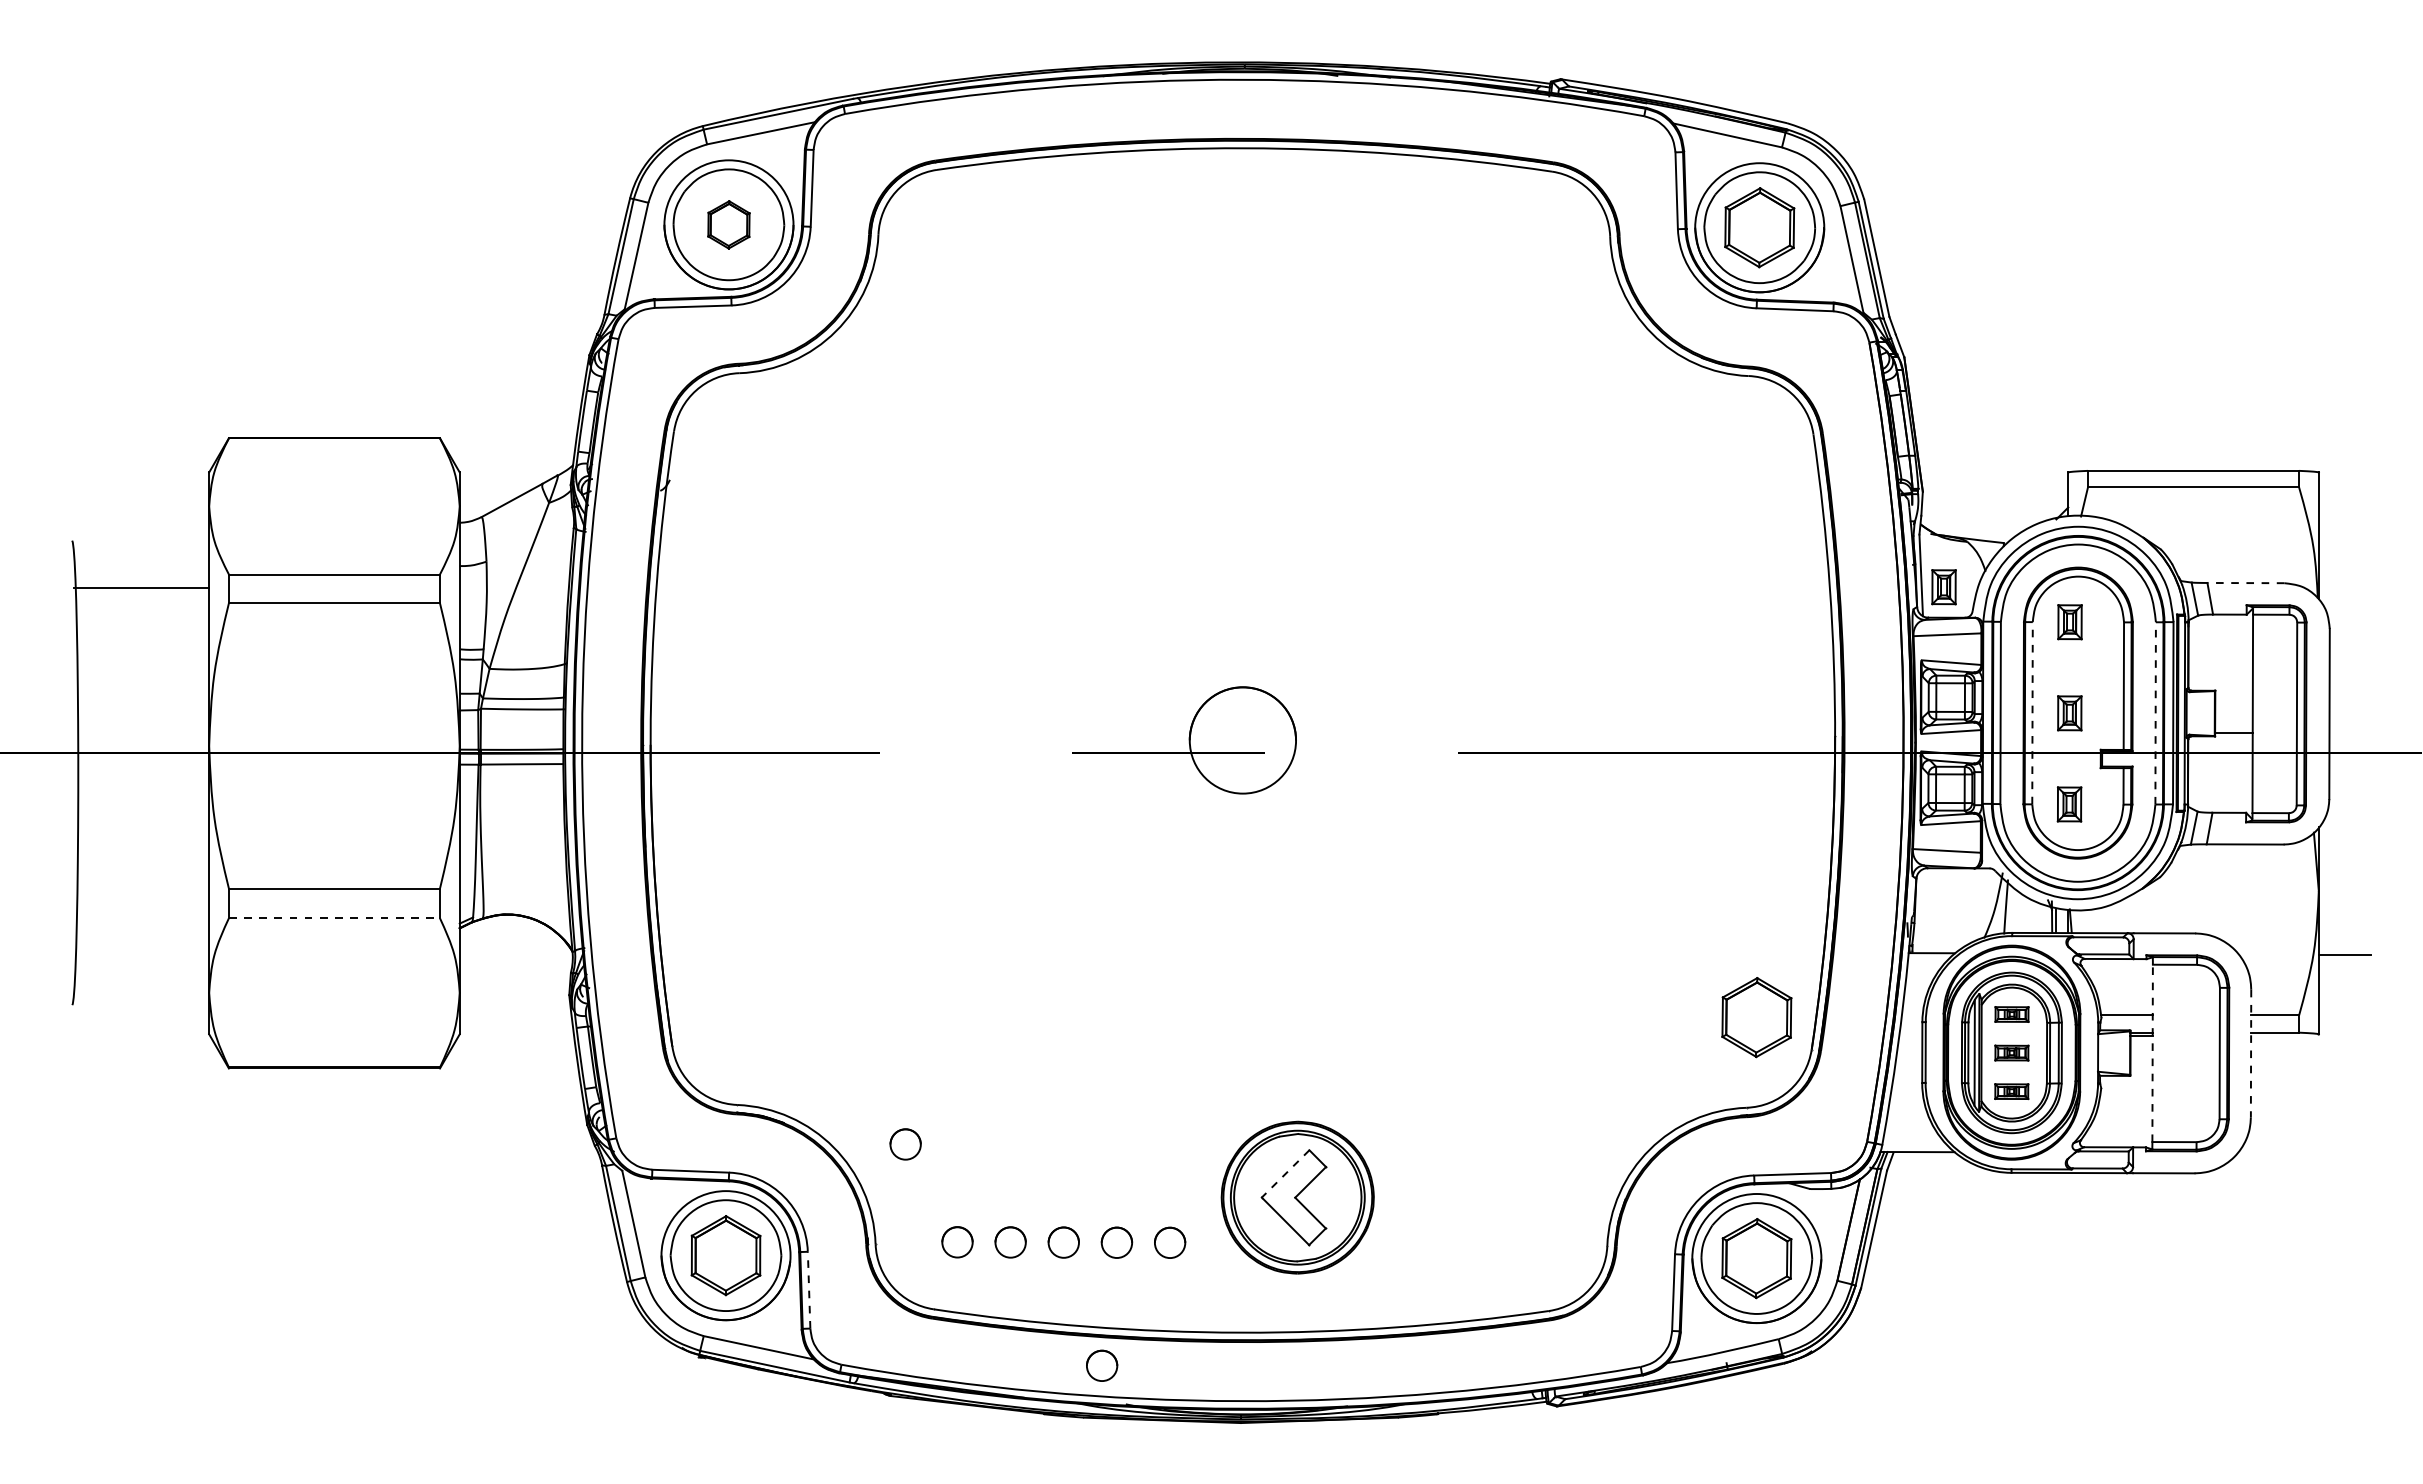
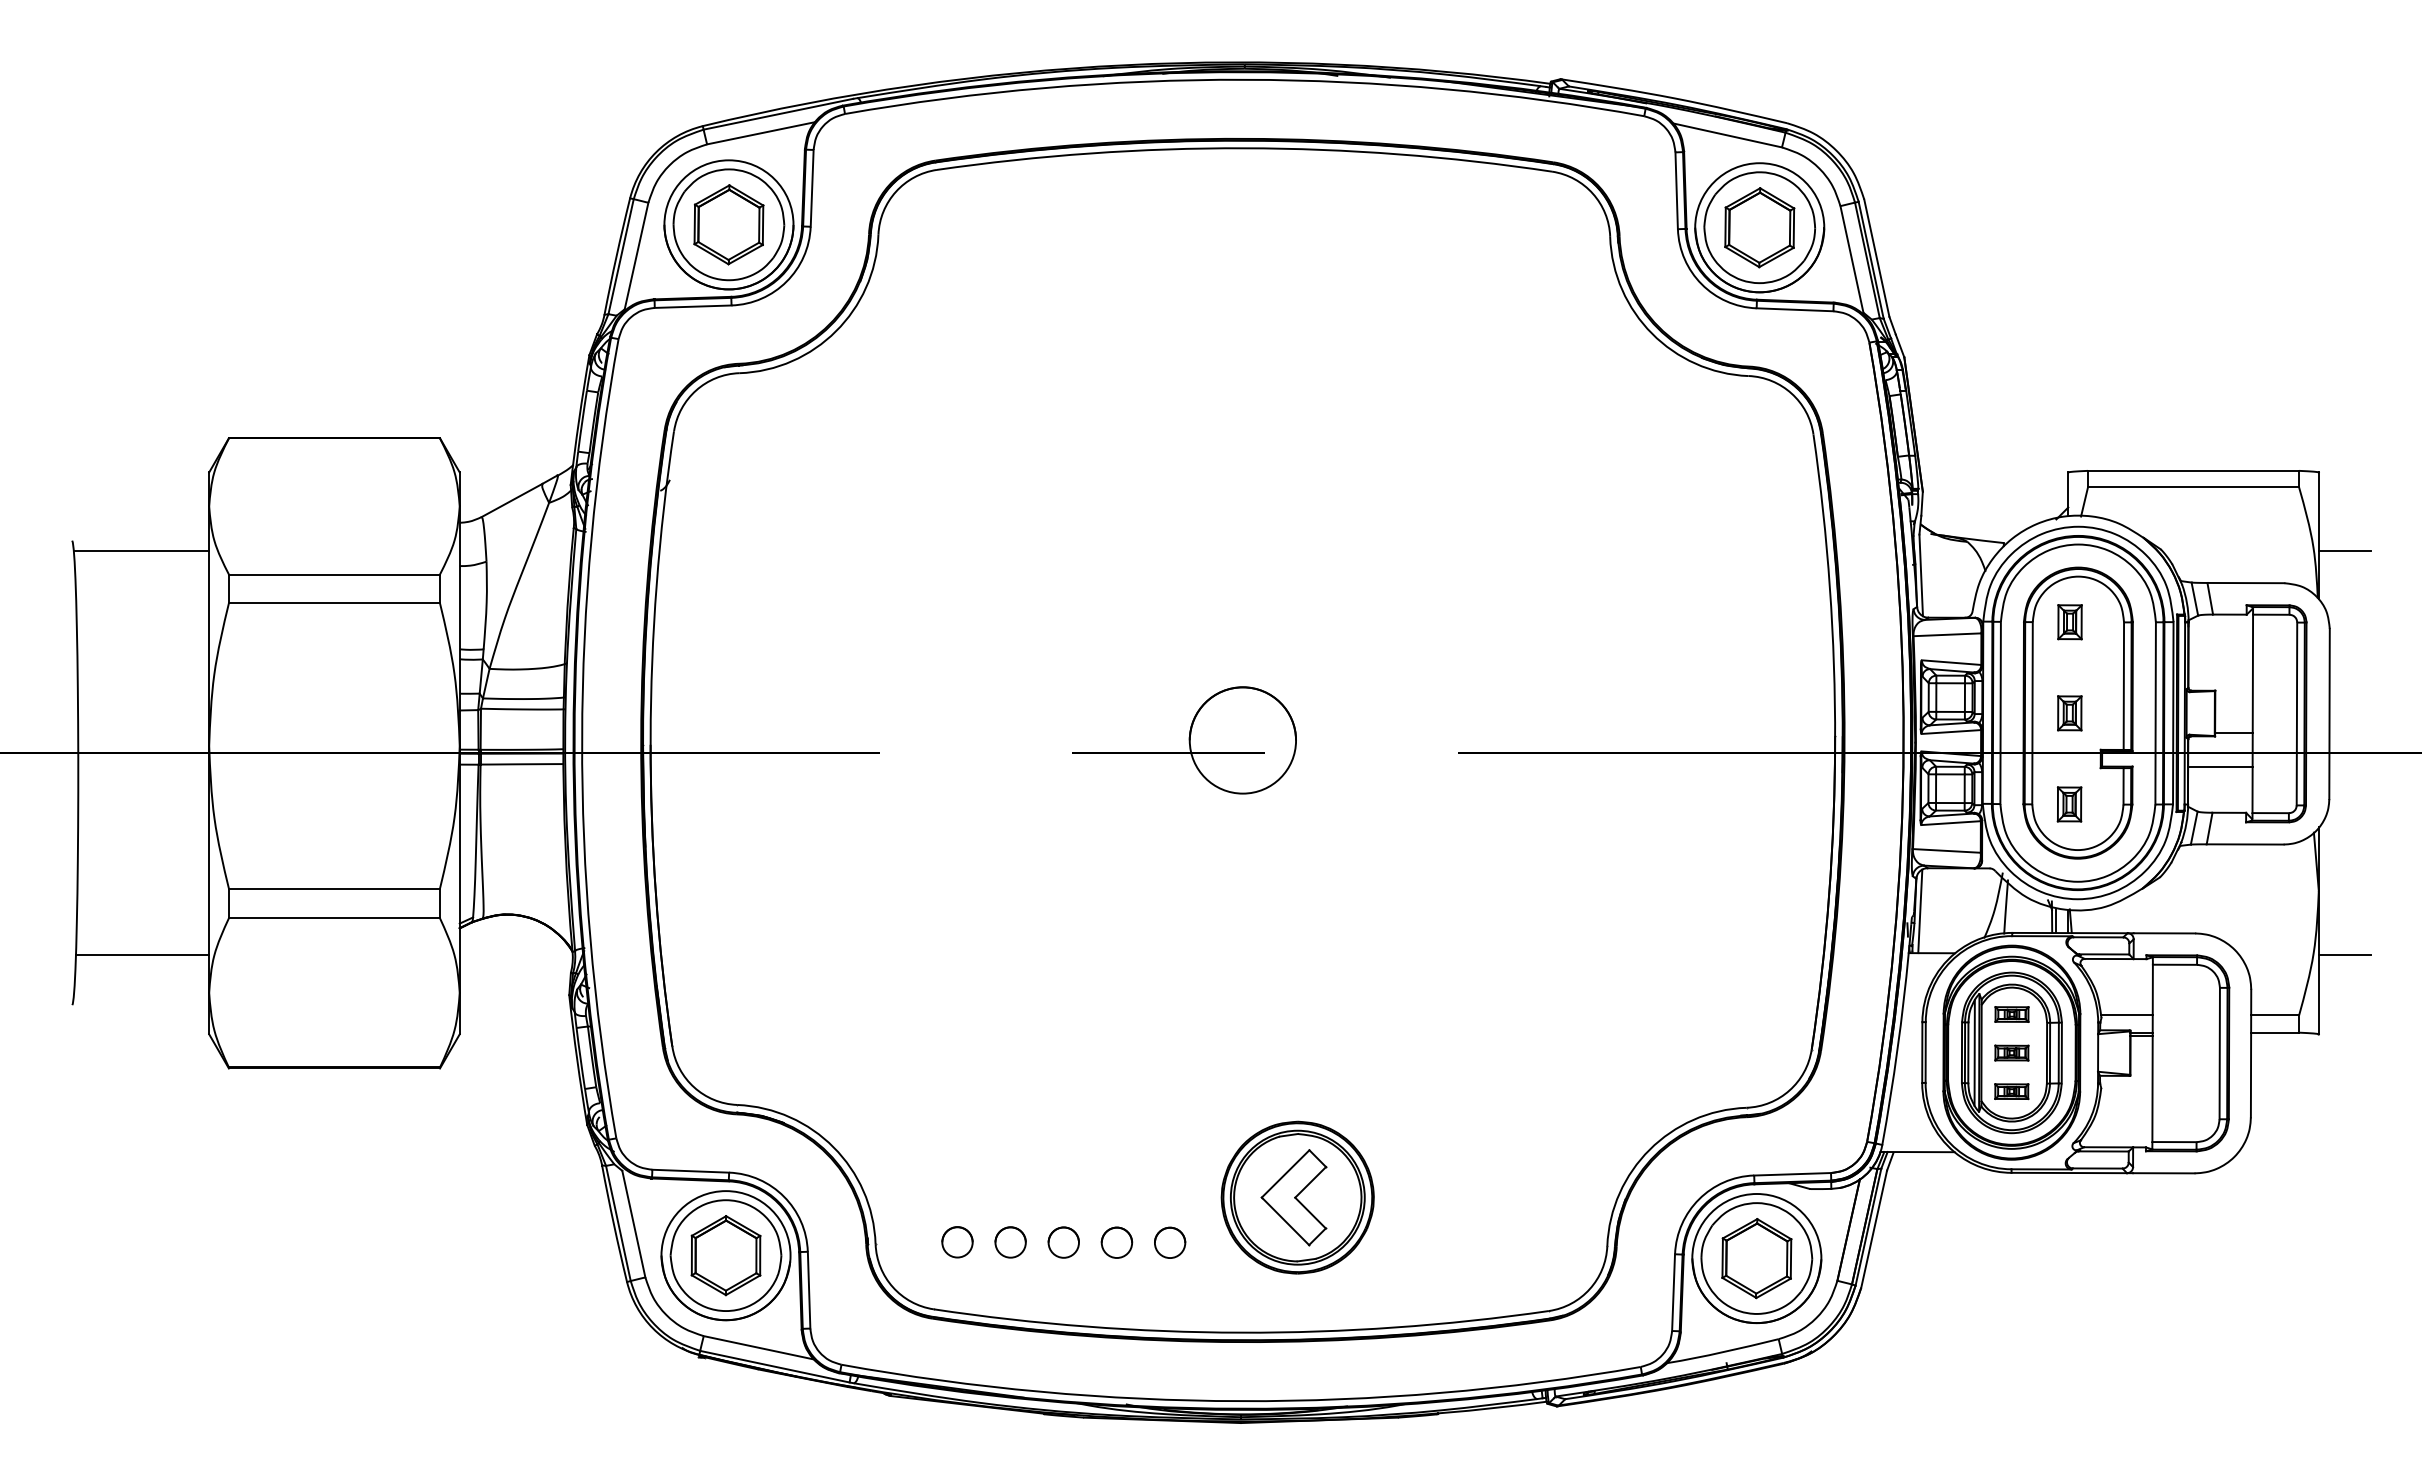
part at (728, 224) size: 44x50 px -> 72x82 px
line at (2344, 551): none -> present
line at (2245, 583): dashed -> solid
part at (1943, 587): present -> none
line at (141, 588) position: (141, 588) -> (141, 551)
line at (2032, 712): dashed -> solid
line at (2155, 712): dashed -> solid
line at (2220, 766): none -> present
line at (1920, 911): none -> present
line at (334, 918): dashed -> solid
line at (142, 955): none -> present
part at (1756, 1017): present -> none
line at (2152, 1053): dashed -> solid
line at (2251, 1053): dashed -> solid
circle at (905, 1144): present -> none
line at (1285, 1173): dashed -> solid
line at (809, 1289): dashed -> solid
circle at (1102, 1365): present -> none
